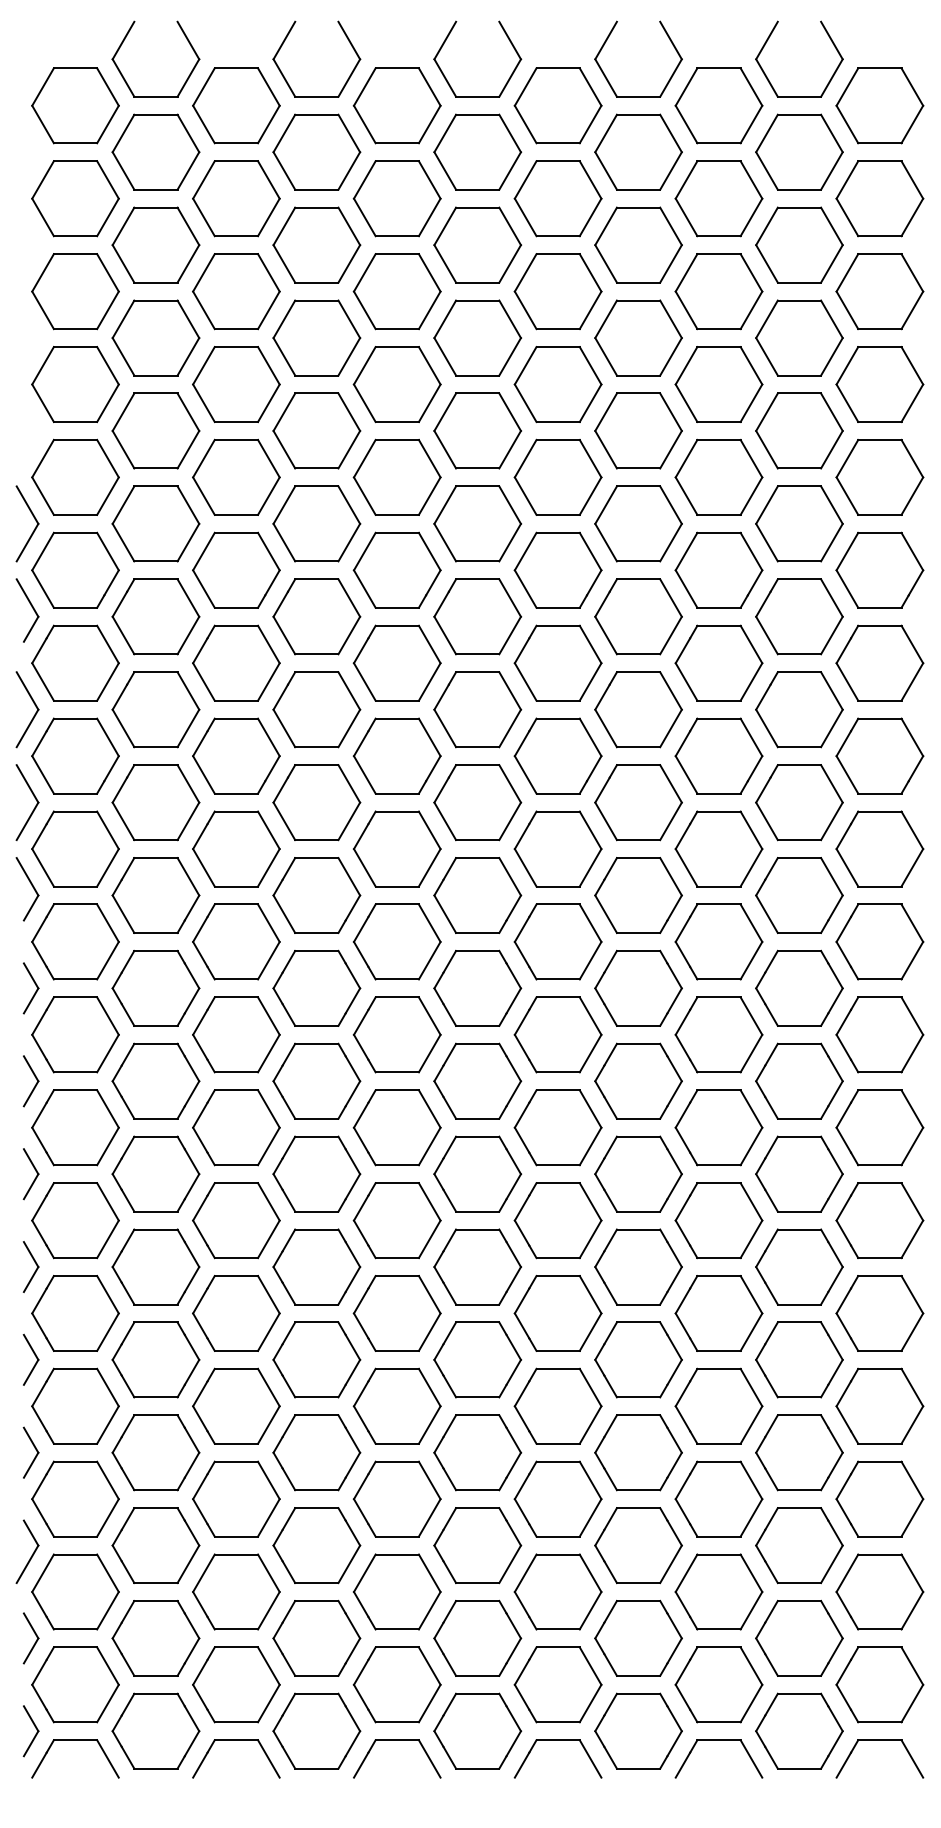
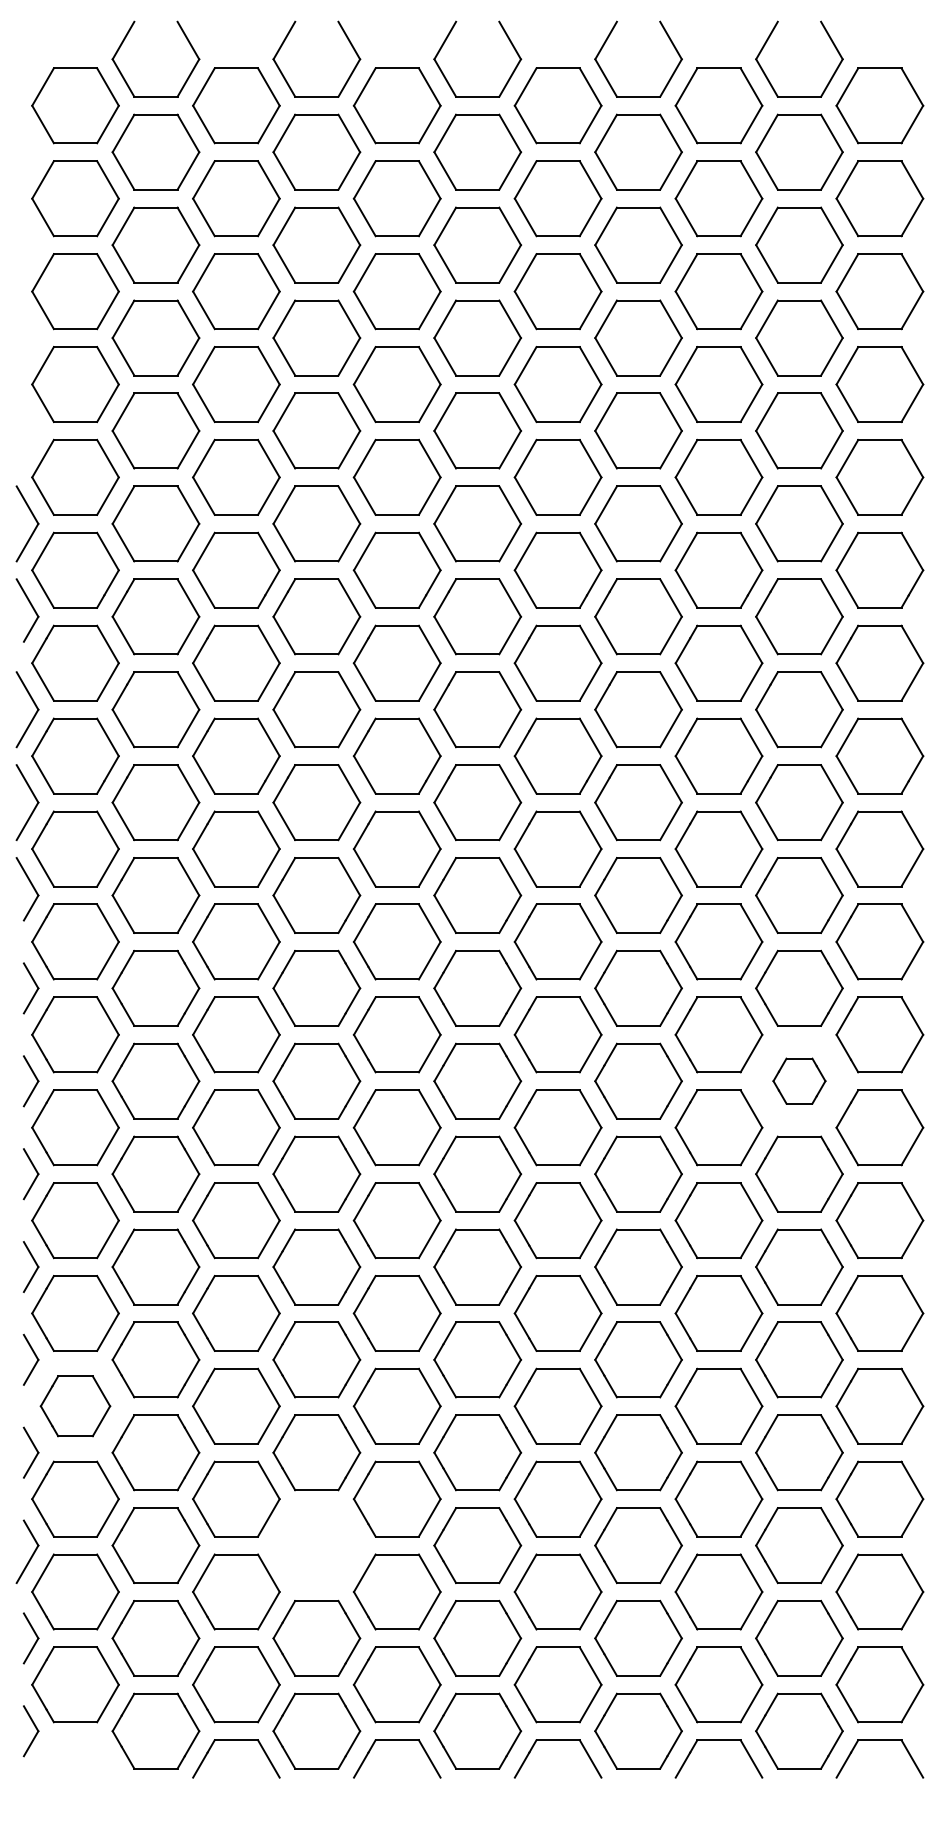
part at (799, 1080) size: 89x78 px -> 55x48 px
part at (75, 1405) size: 89x78 px -> 73x63 px
part at (316, 1545): present -> none
part at (75, 1740): present -> none
